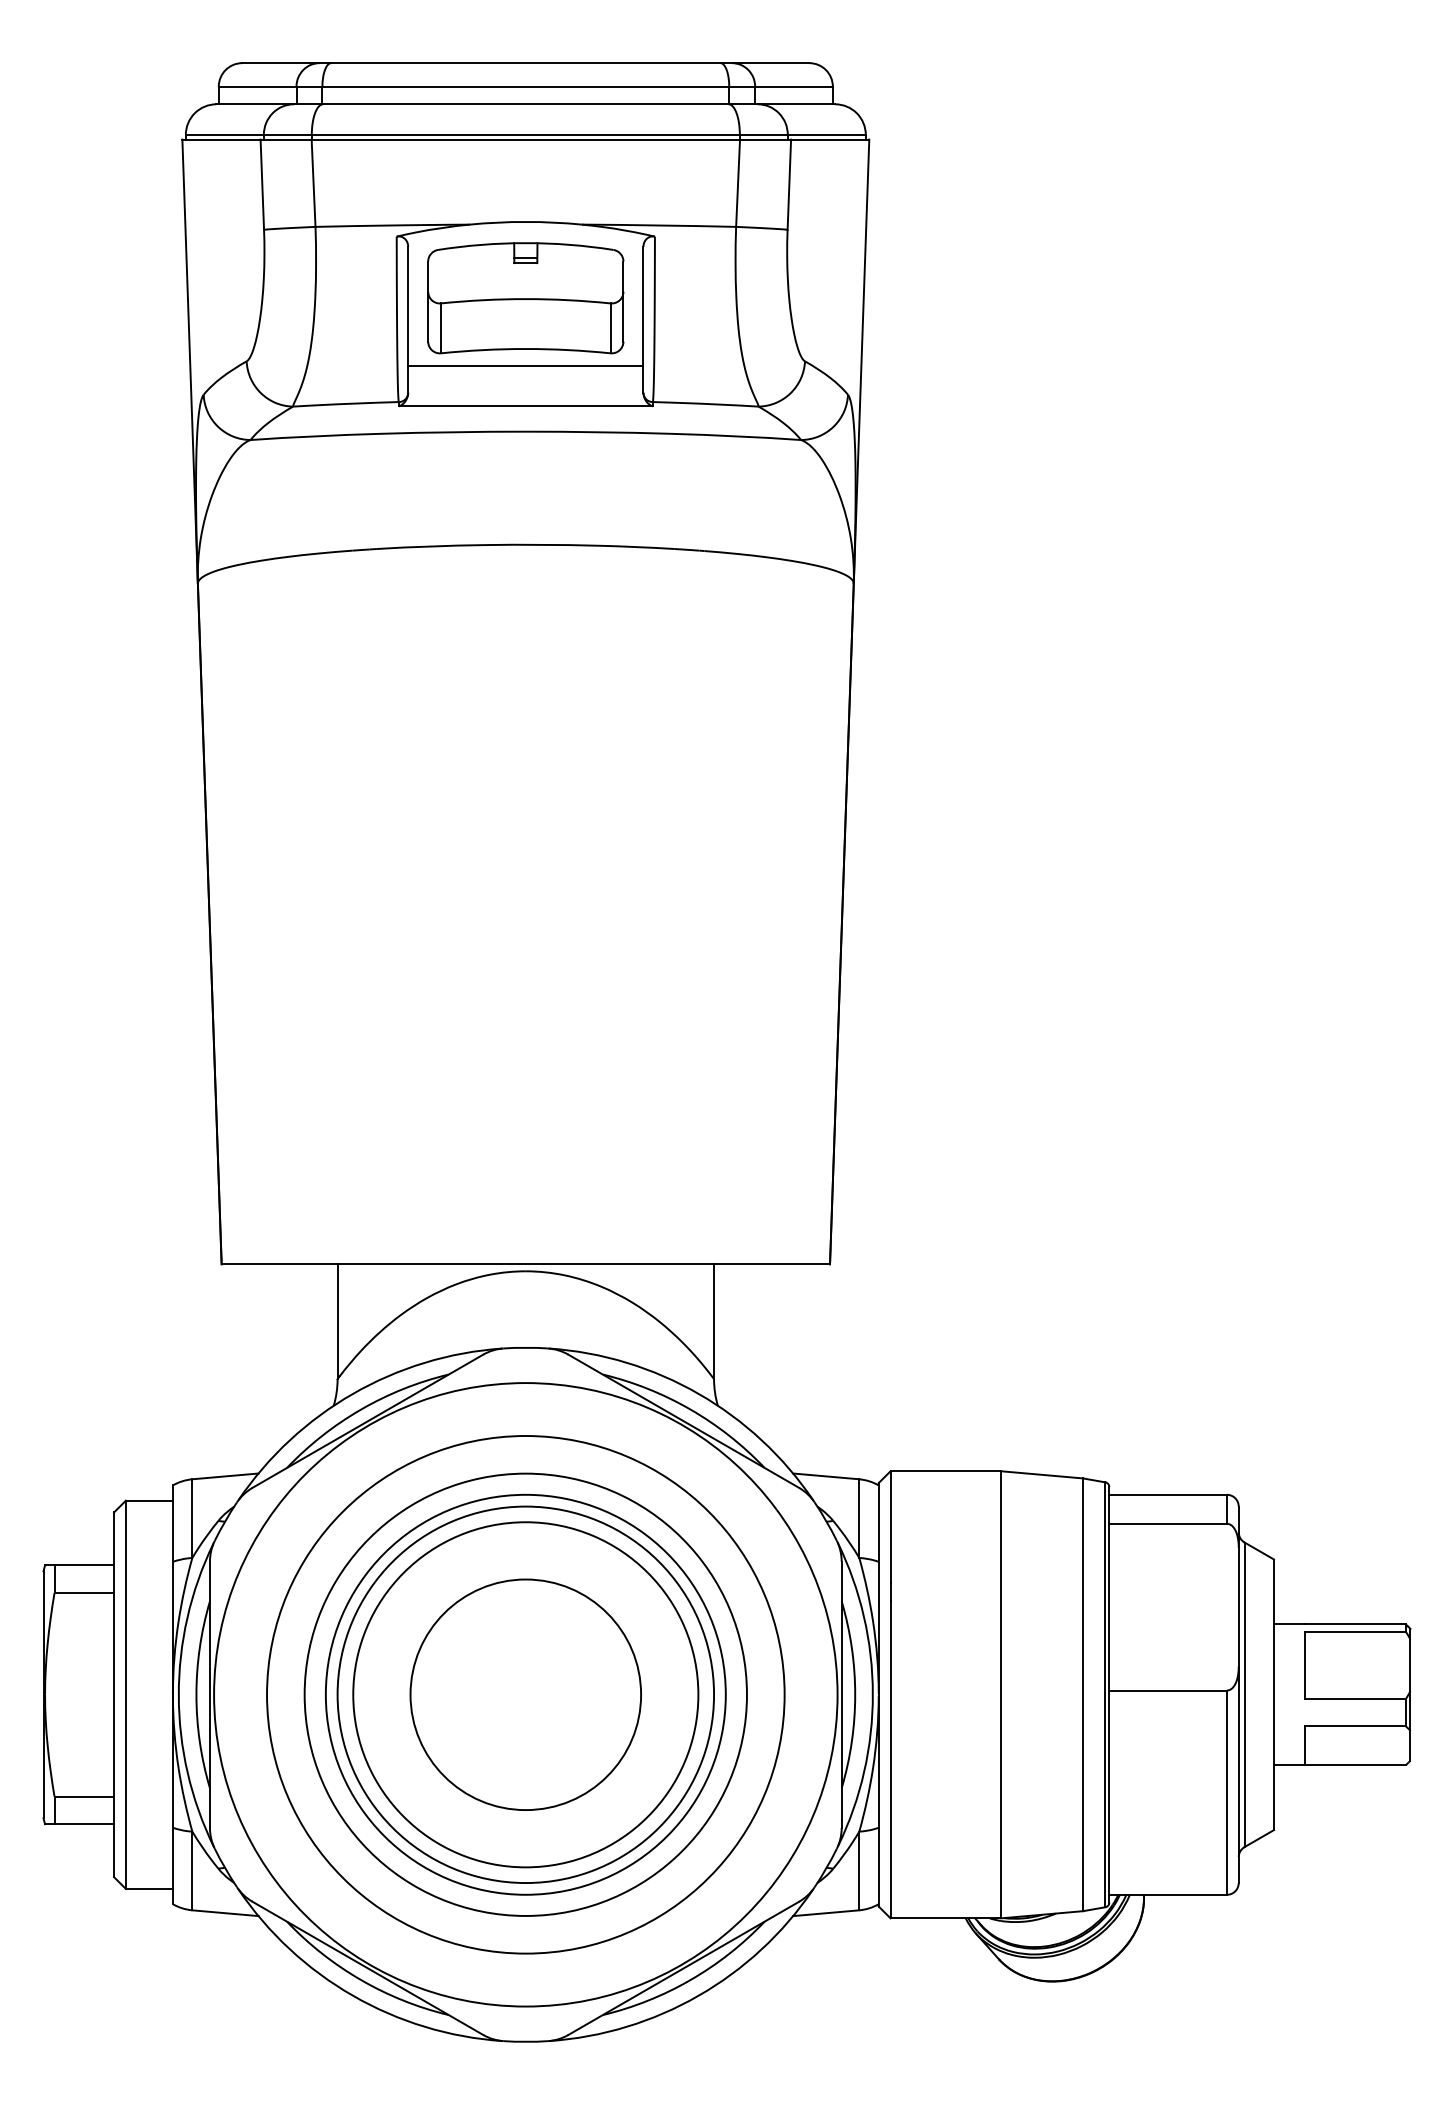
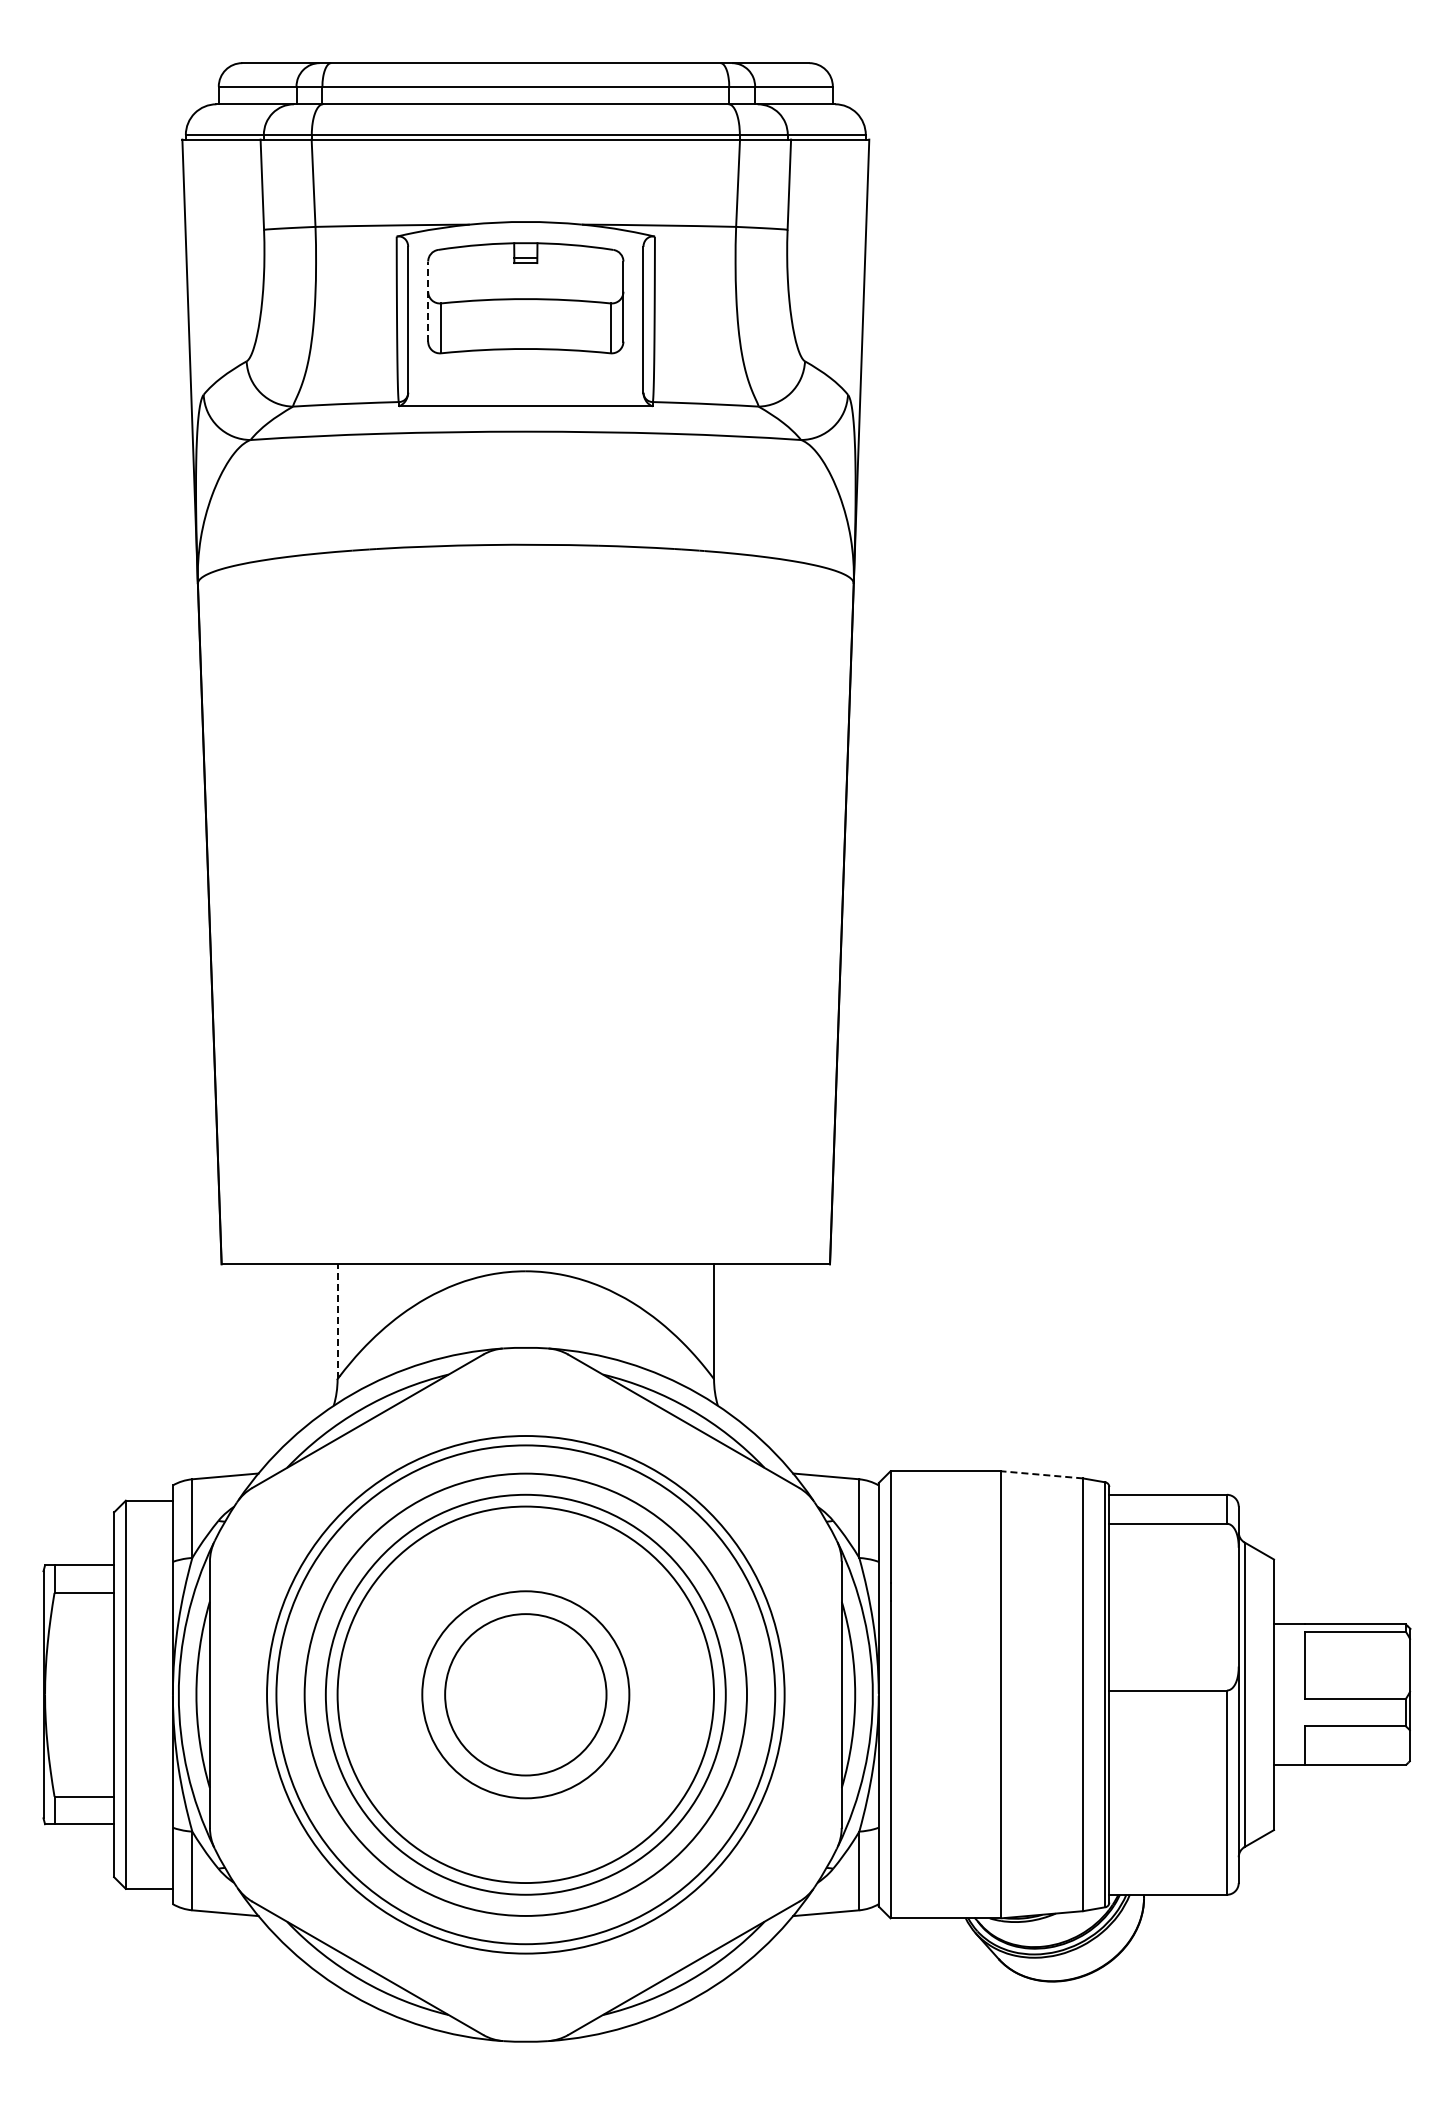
line at (428, 301): solid -> dashed
line at (525, 365): present -> none
line at (337, 1320): solid -> dashed
line at (1041, 1474): solid -> dashed
circle at (525, 1694) diameter: 231 px -> 161 px
circle at (525, 1694) diameter: 345 px -> 207 px
circle at (525, 1694) diameter: 623 px -> 499 px
